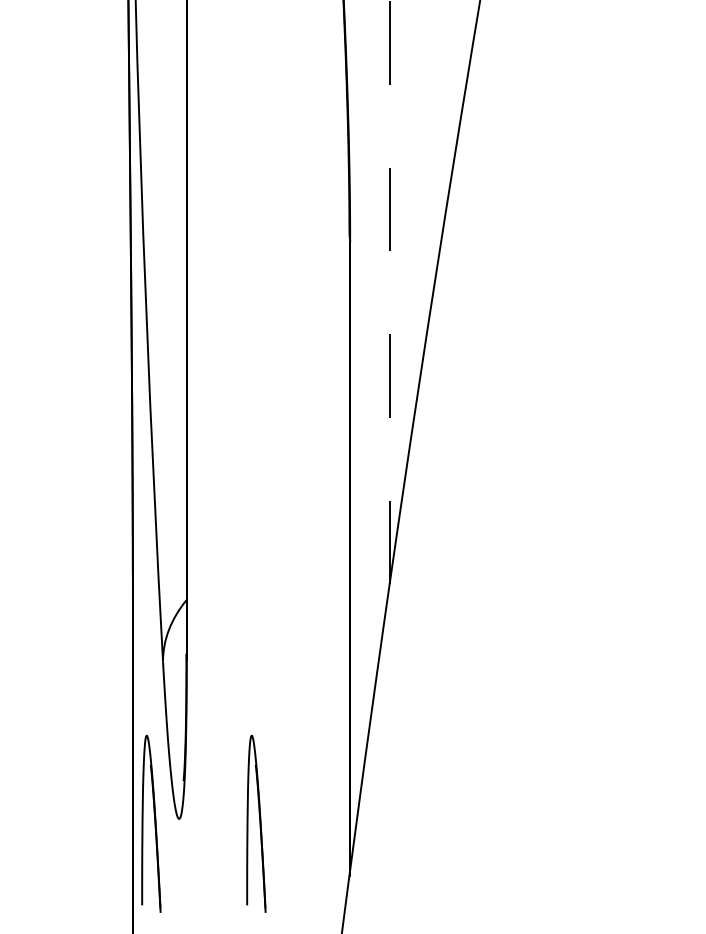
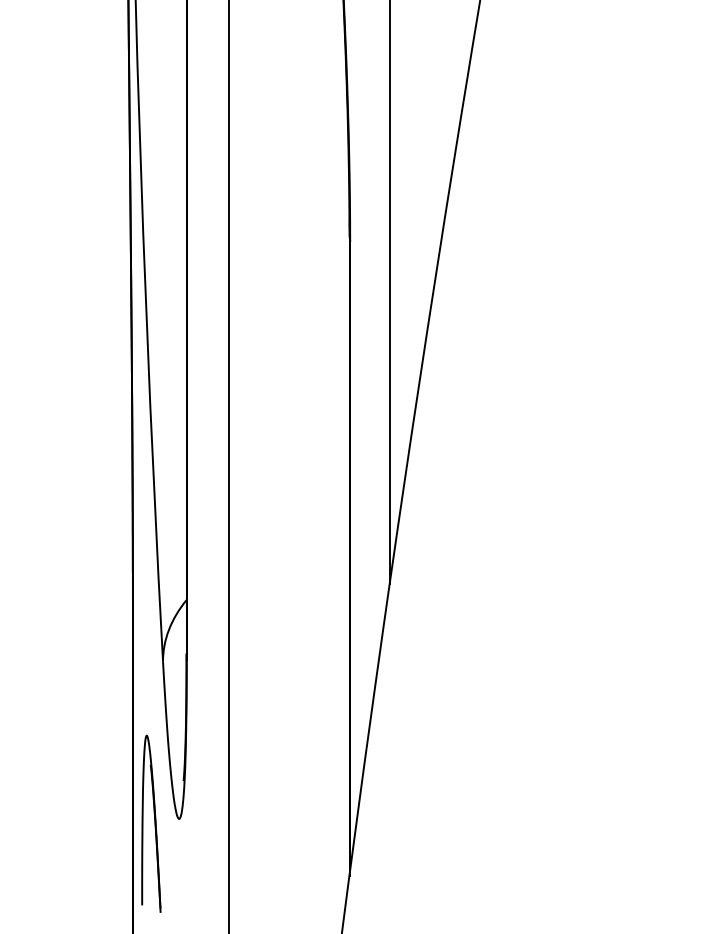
line at (389, 292): dashed -> solid
line at (228, 466): none -> present
part at (256, 823): present -> none
